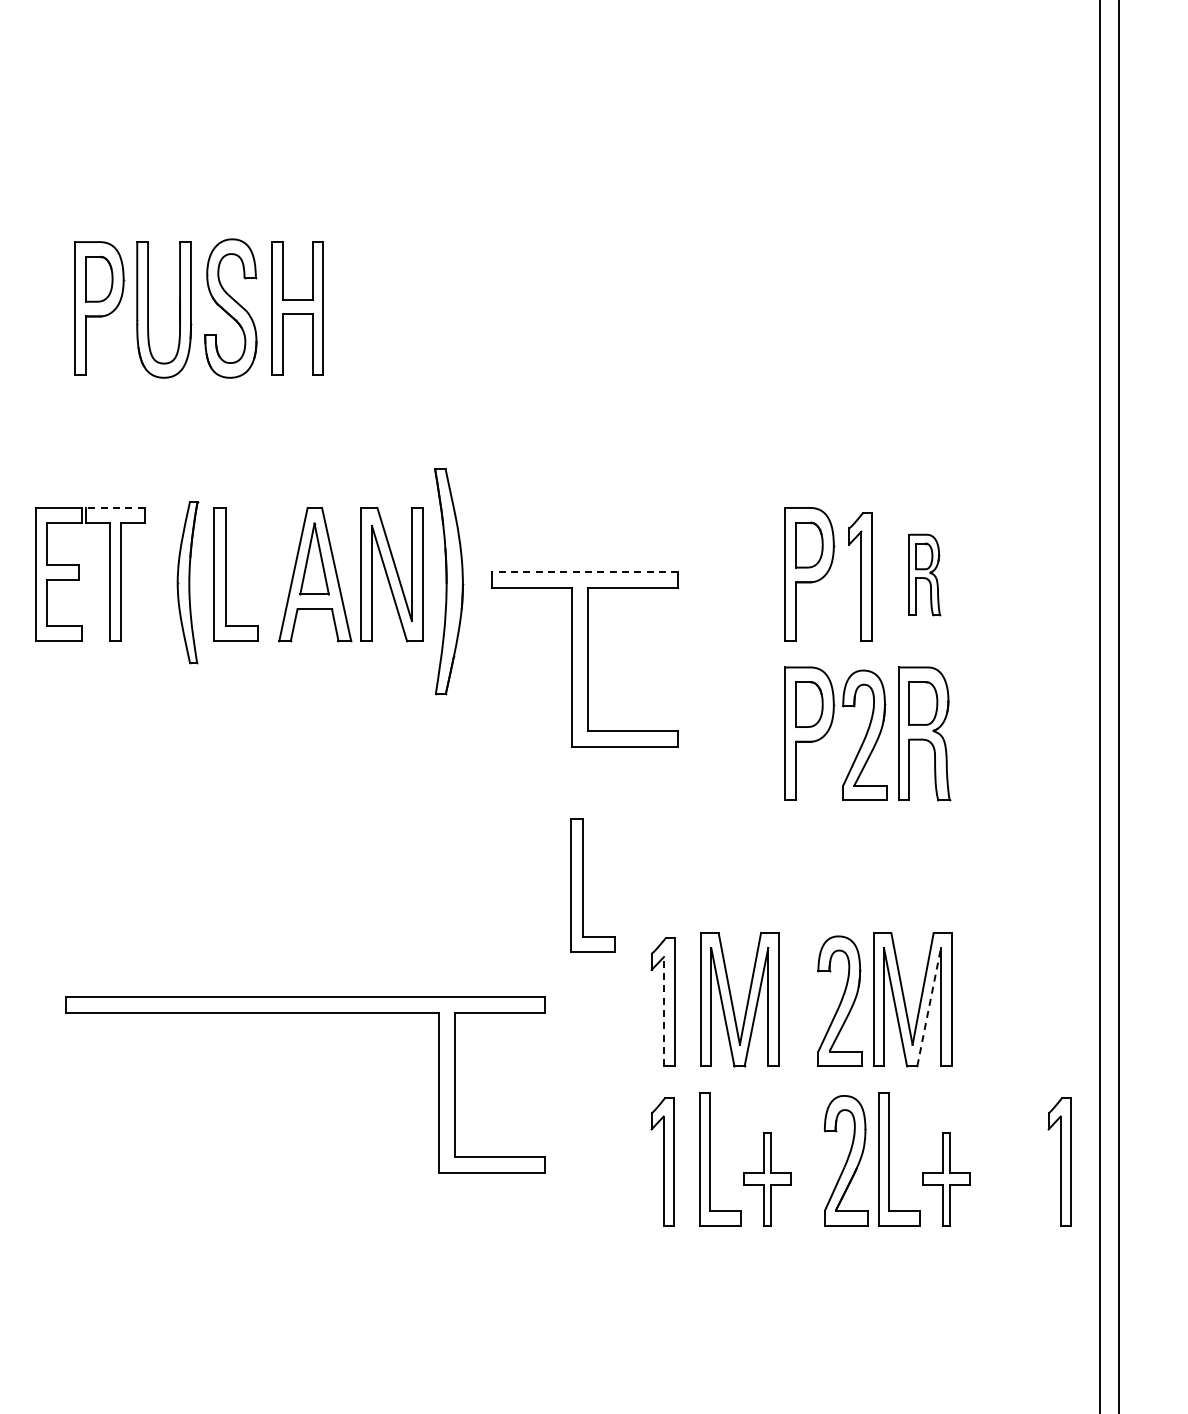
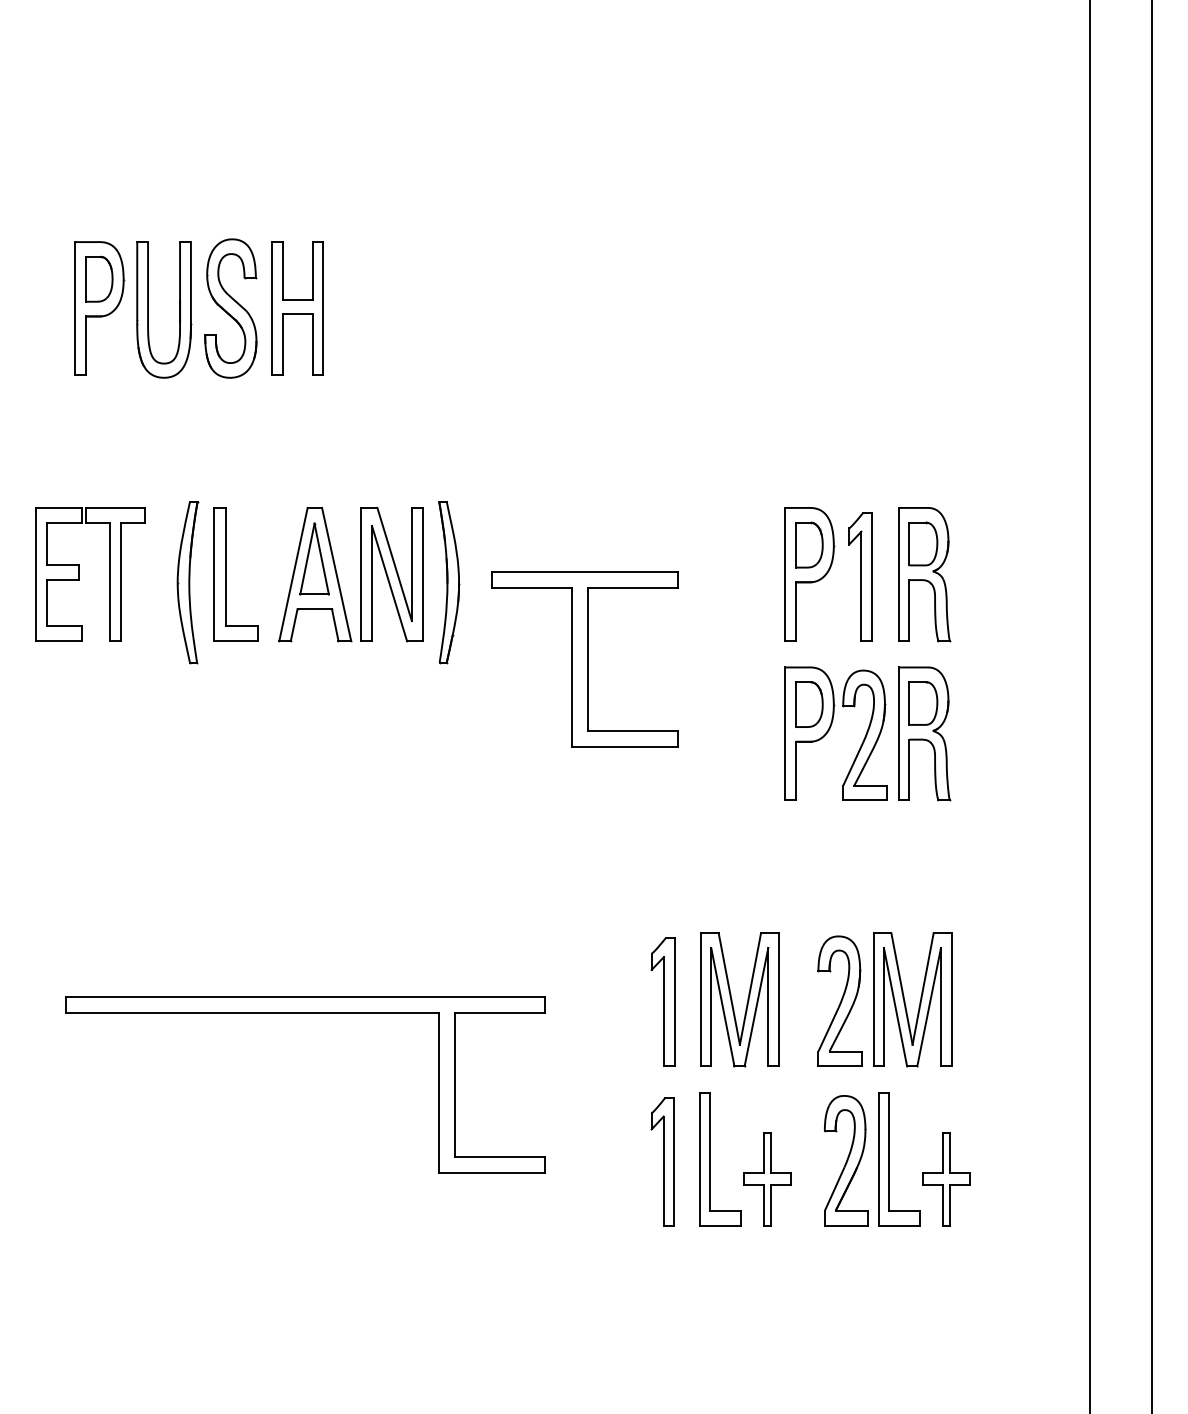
line at (114, 507): dashed -> solid
line at (584, 571): dashed -> solid
part at (924, 574) size: 34x84 px -> 54x136 px
part at (449, 581) size: 31x228 px -> 23x164 px
line at (1100, 706) position: (1100, 706) -> (1090, 706)
line at (1119, 706) position: (1119, 706) -> (1152, 706)
part at (583, 885): present -> none
line at (929, 1006): dashed -> solid
line at (663, 1011): dashed -> solid
part at (1059, 1161): present -> none
